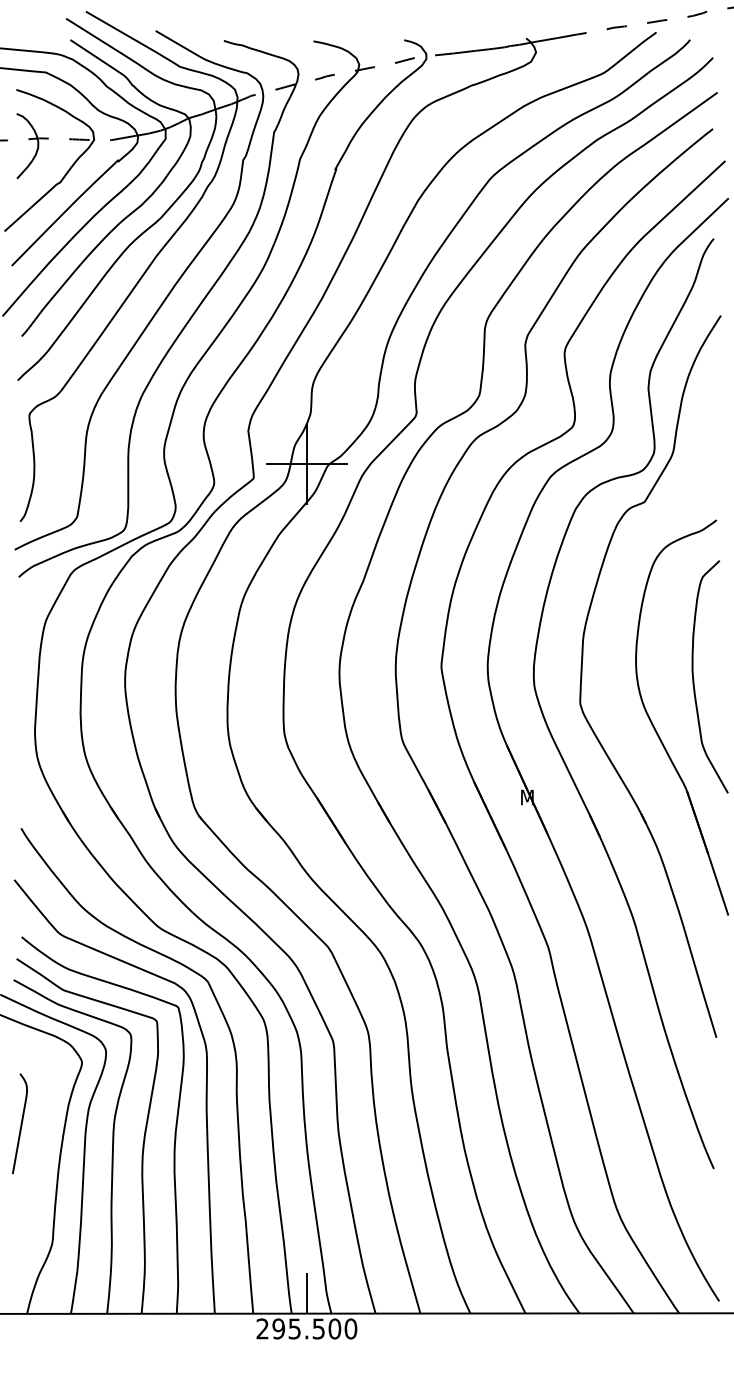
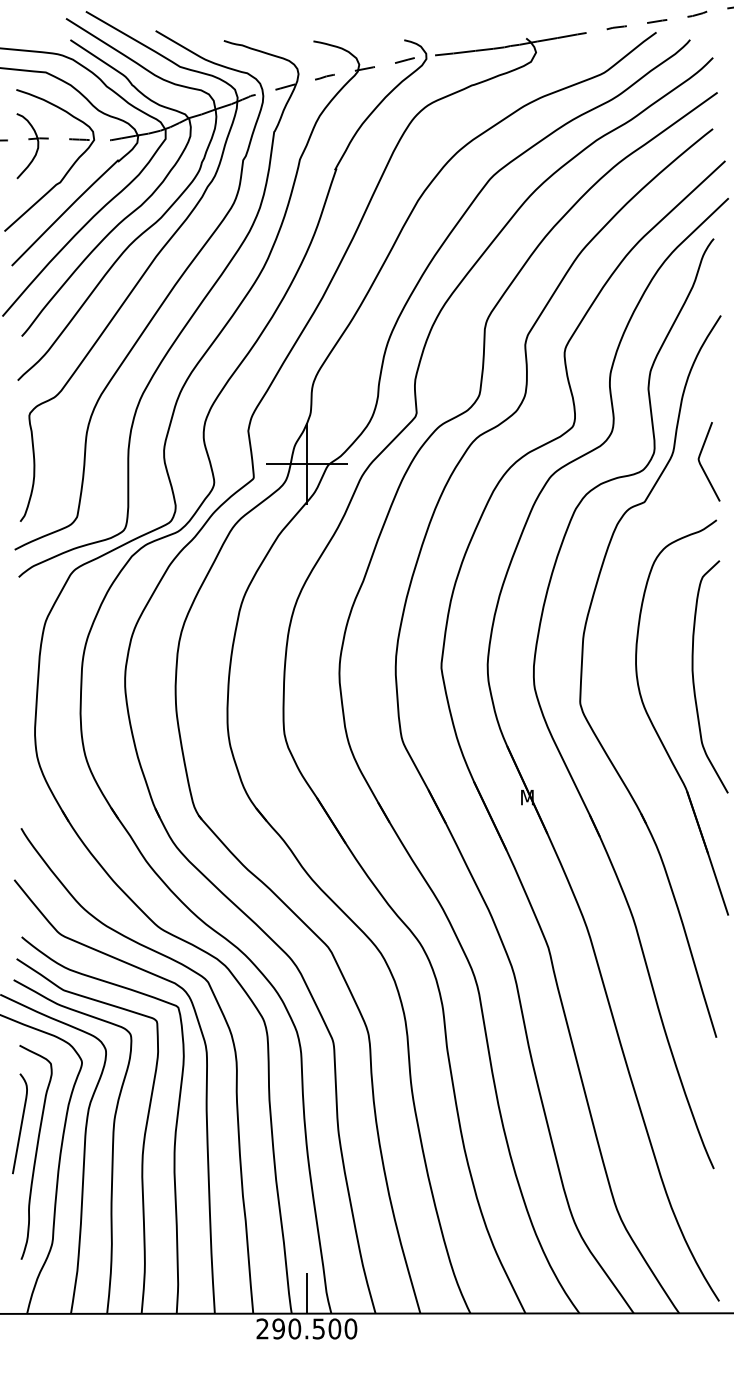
curve at (701, 464): none -> present
curve at (35, 1151): none -> present
text at (294, 1328): 295.500 -> 290.500
